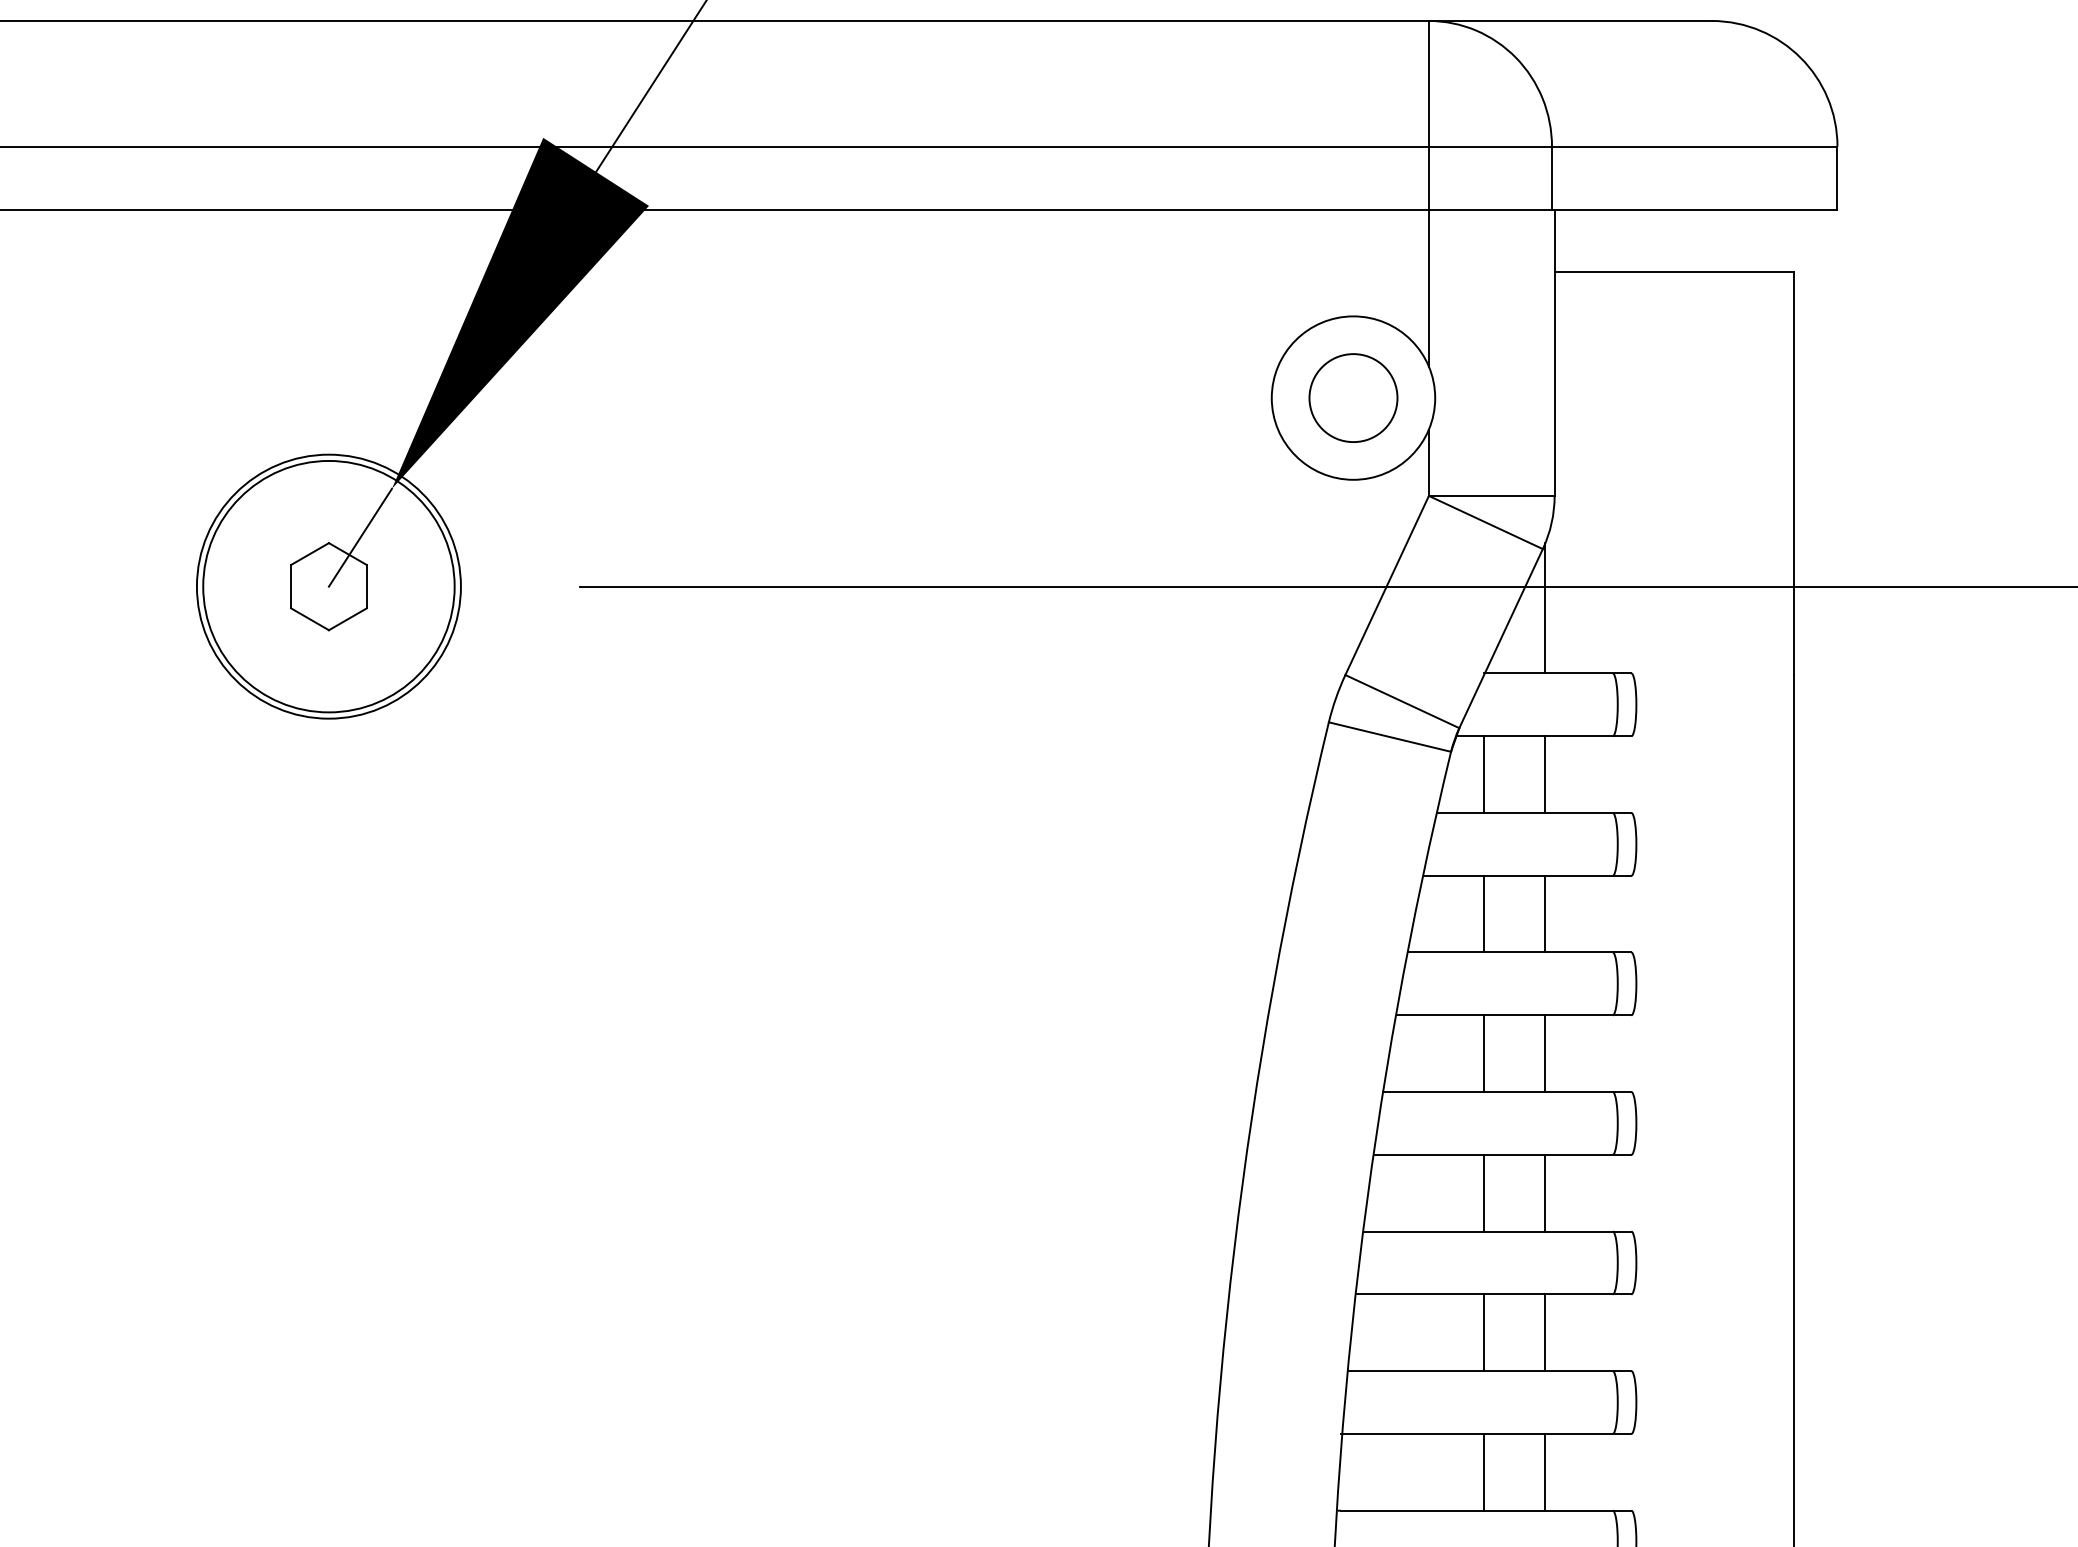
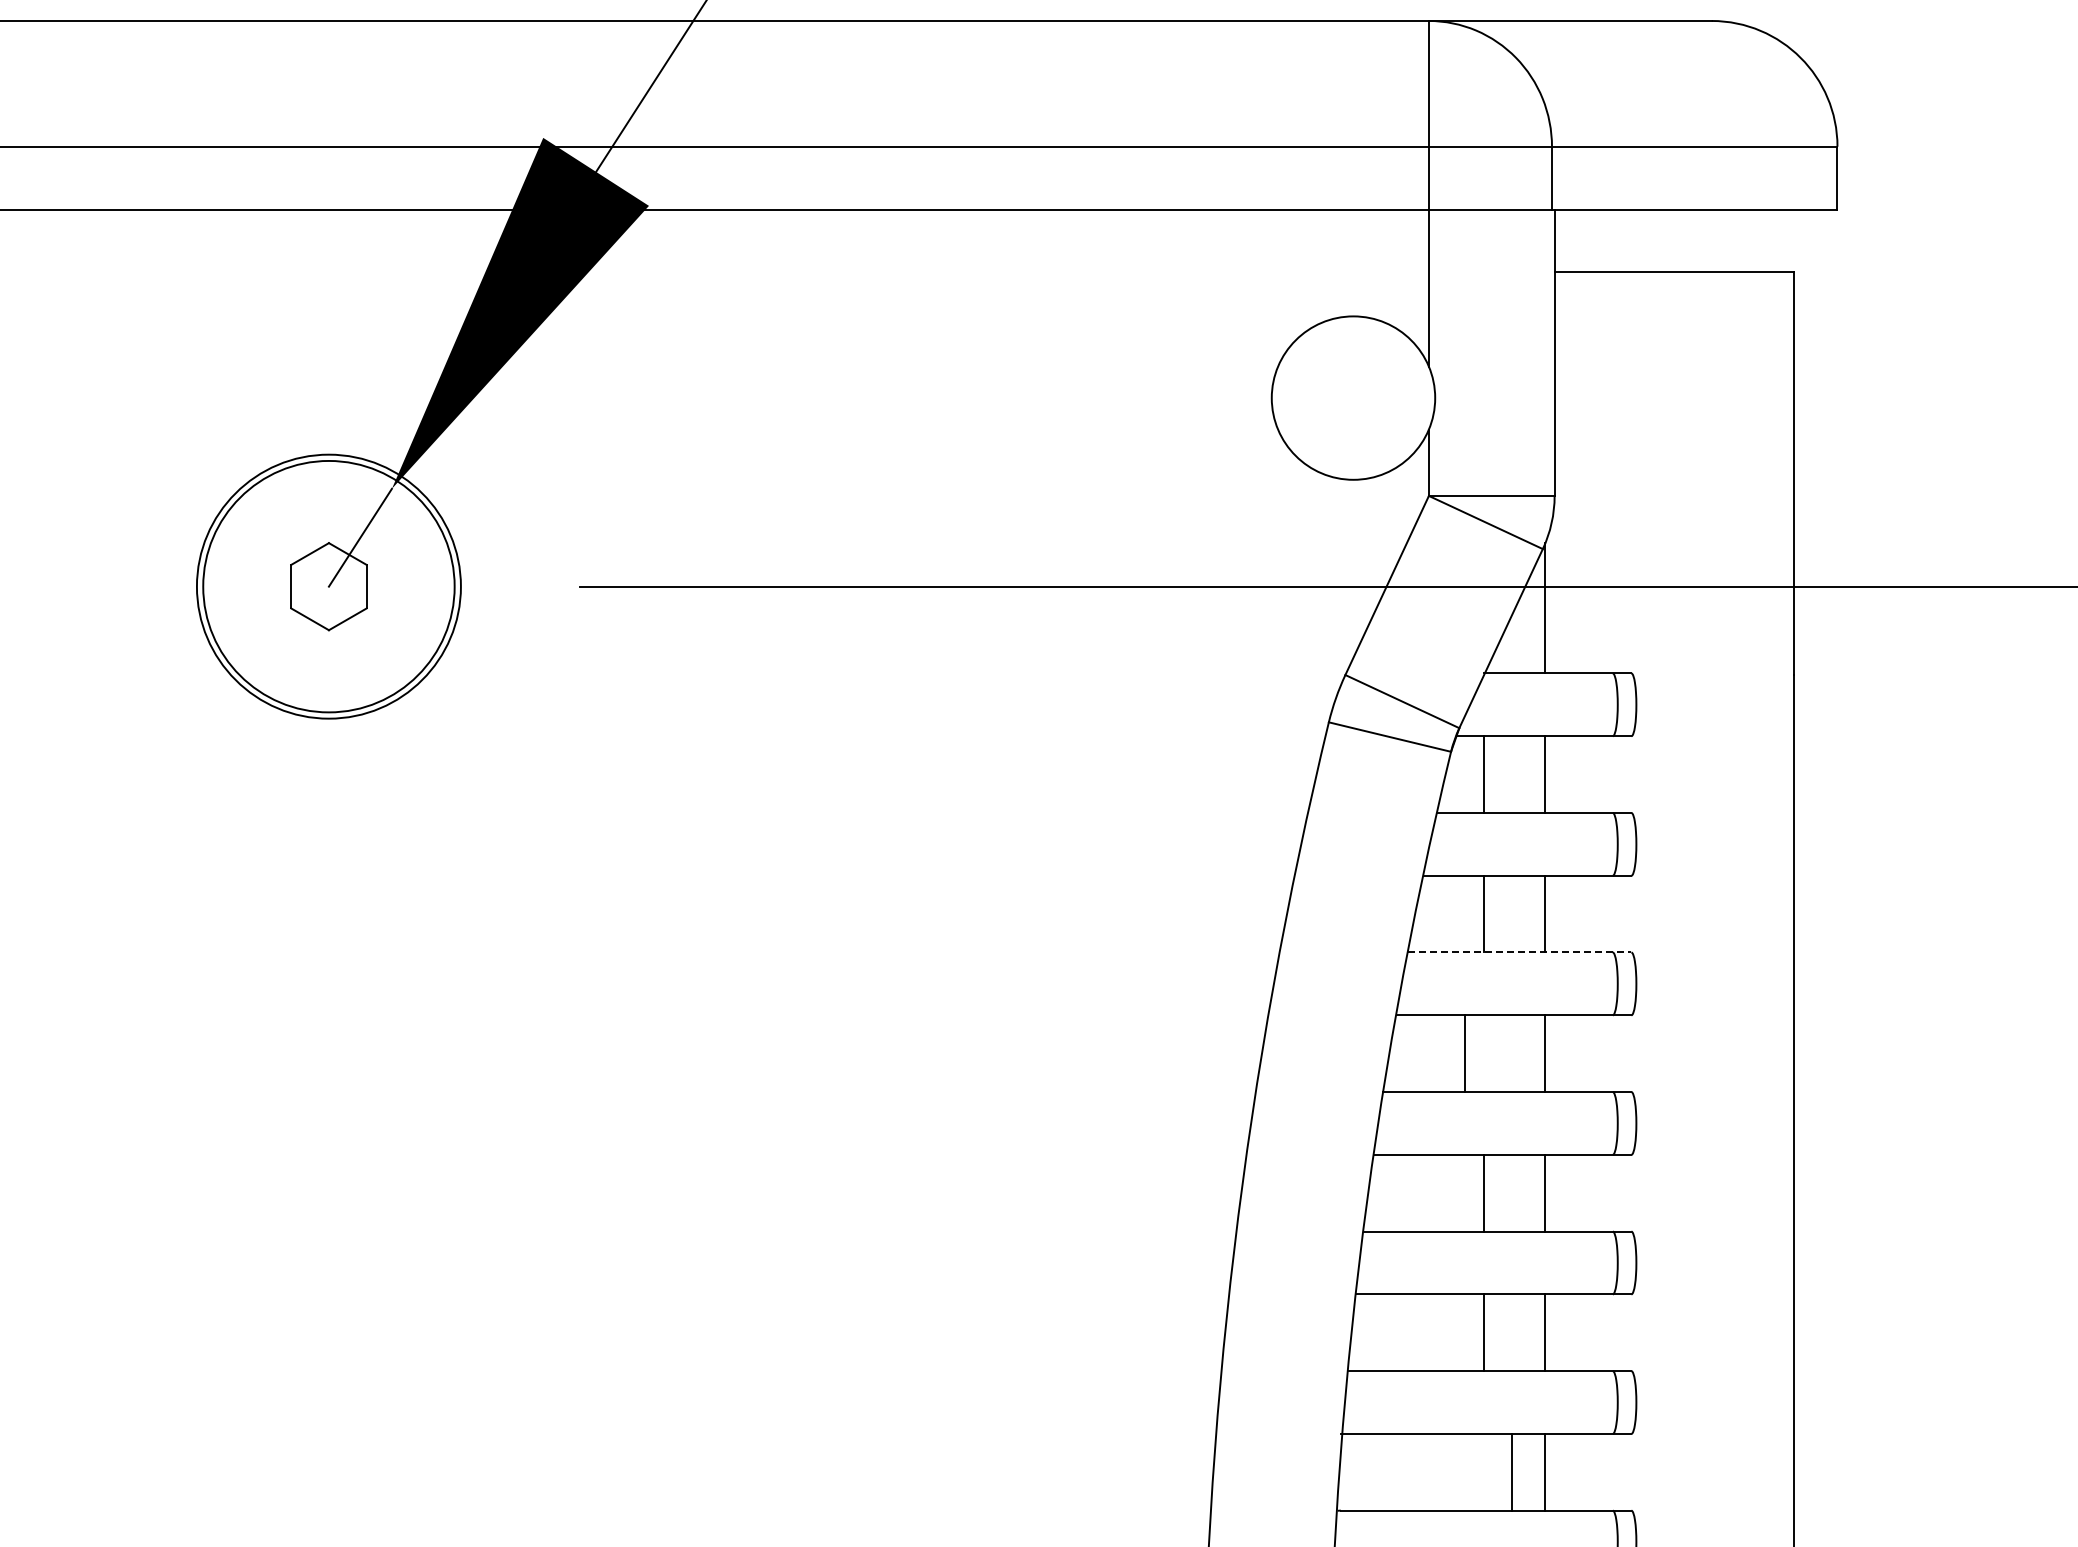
circle at (1353, 397): present -> none
line at (1519, 952): solid -> dashed
line at (1483, 1053) position: (1483, 1053) -> (1464, 1053)
line at (1483, 1471) position: (1483, 1471) -> (1511, 1471)
